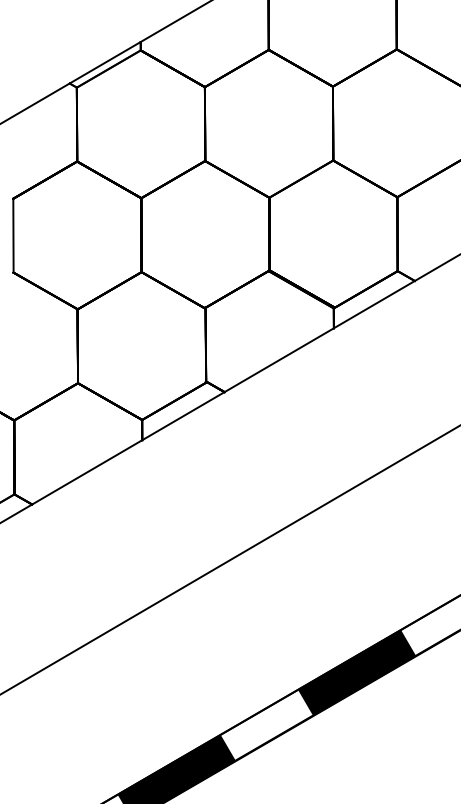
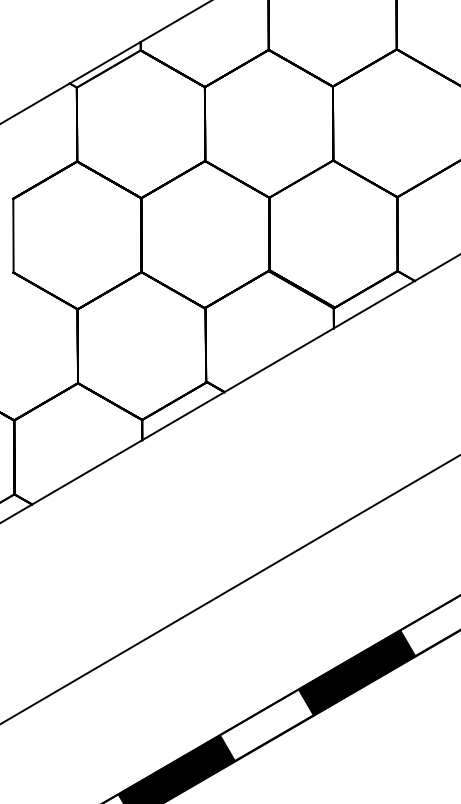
line at (229, 560) position: (229, 560) -> (229, 589)
